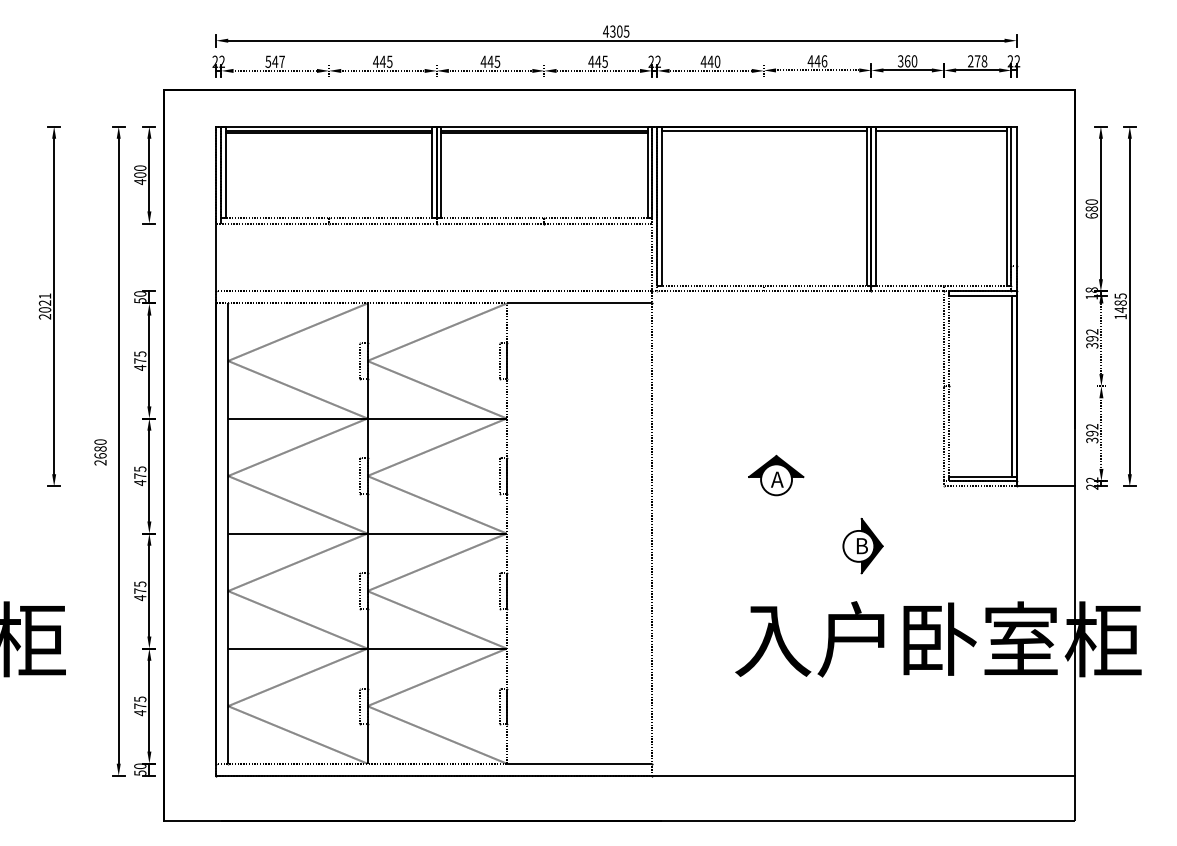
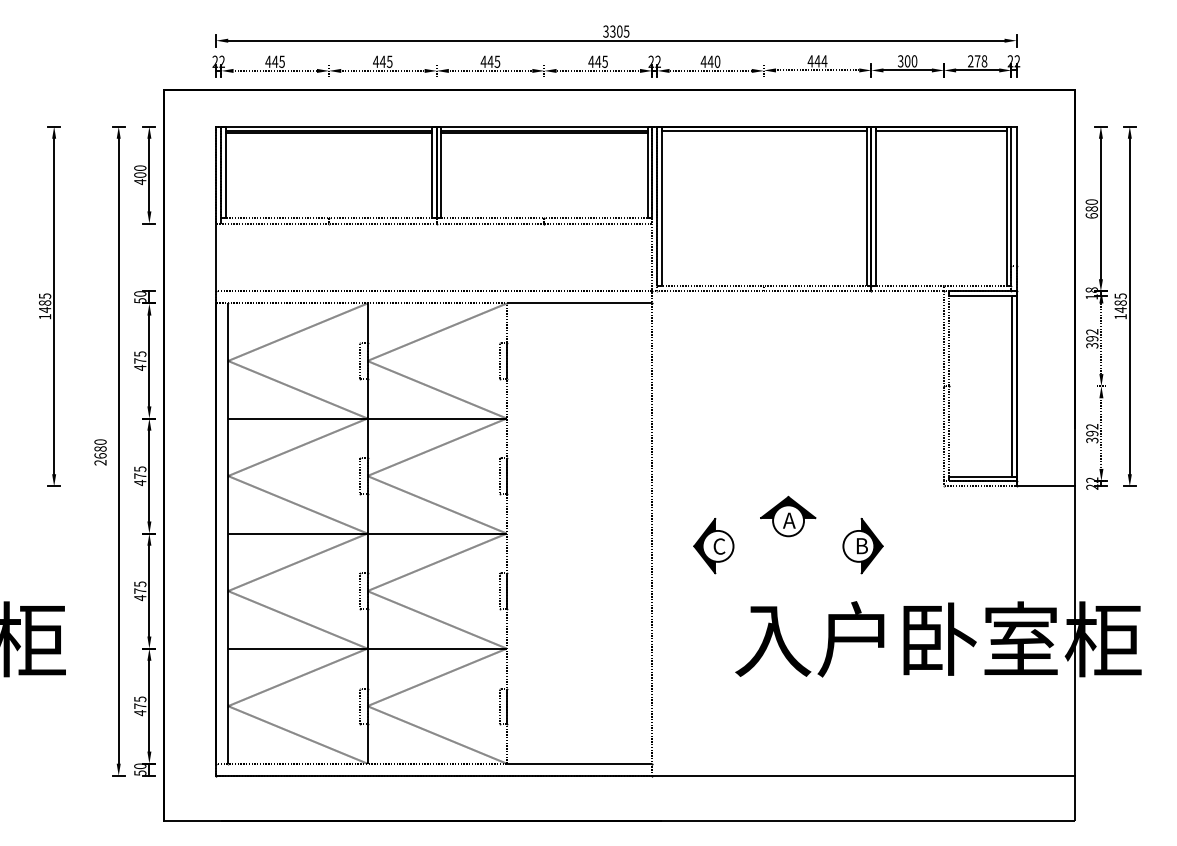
text at (606, 31): 4305 -> 3305
text at (274, 61): 547 -> 445
text at (824, 61): 446 -> 444
text at (907, 61): 360 -> 300
text at (44, 306): 2021 -> 1485
part at (776, 475) position: (776, 475) -> (788, 516)
part at (713, 546): none -> present
